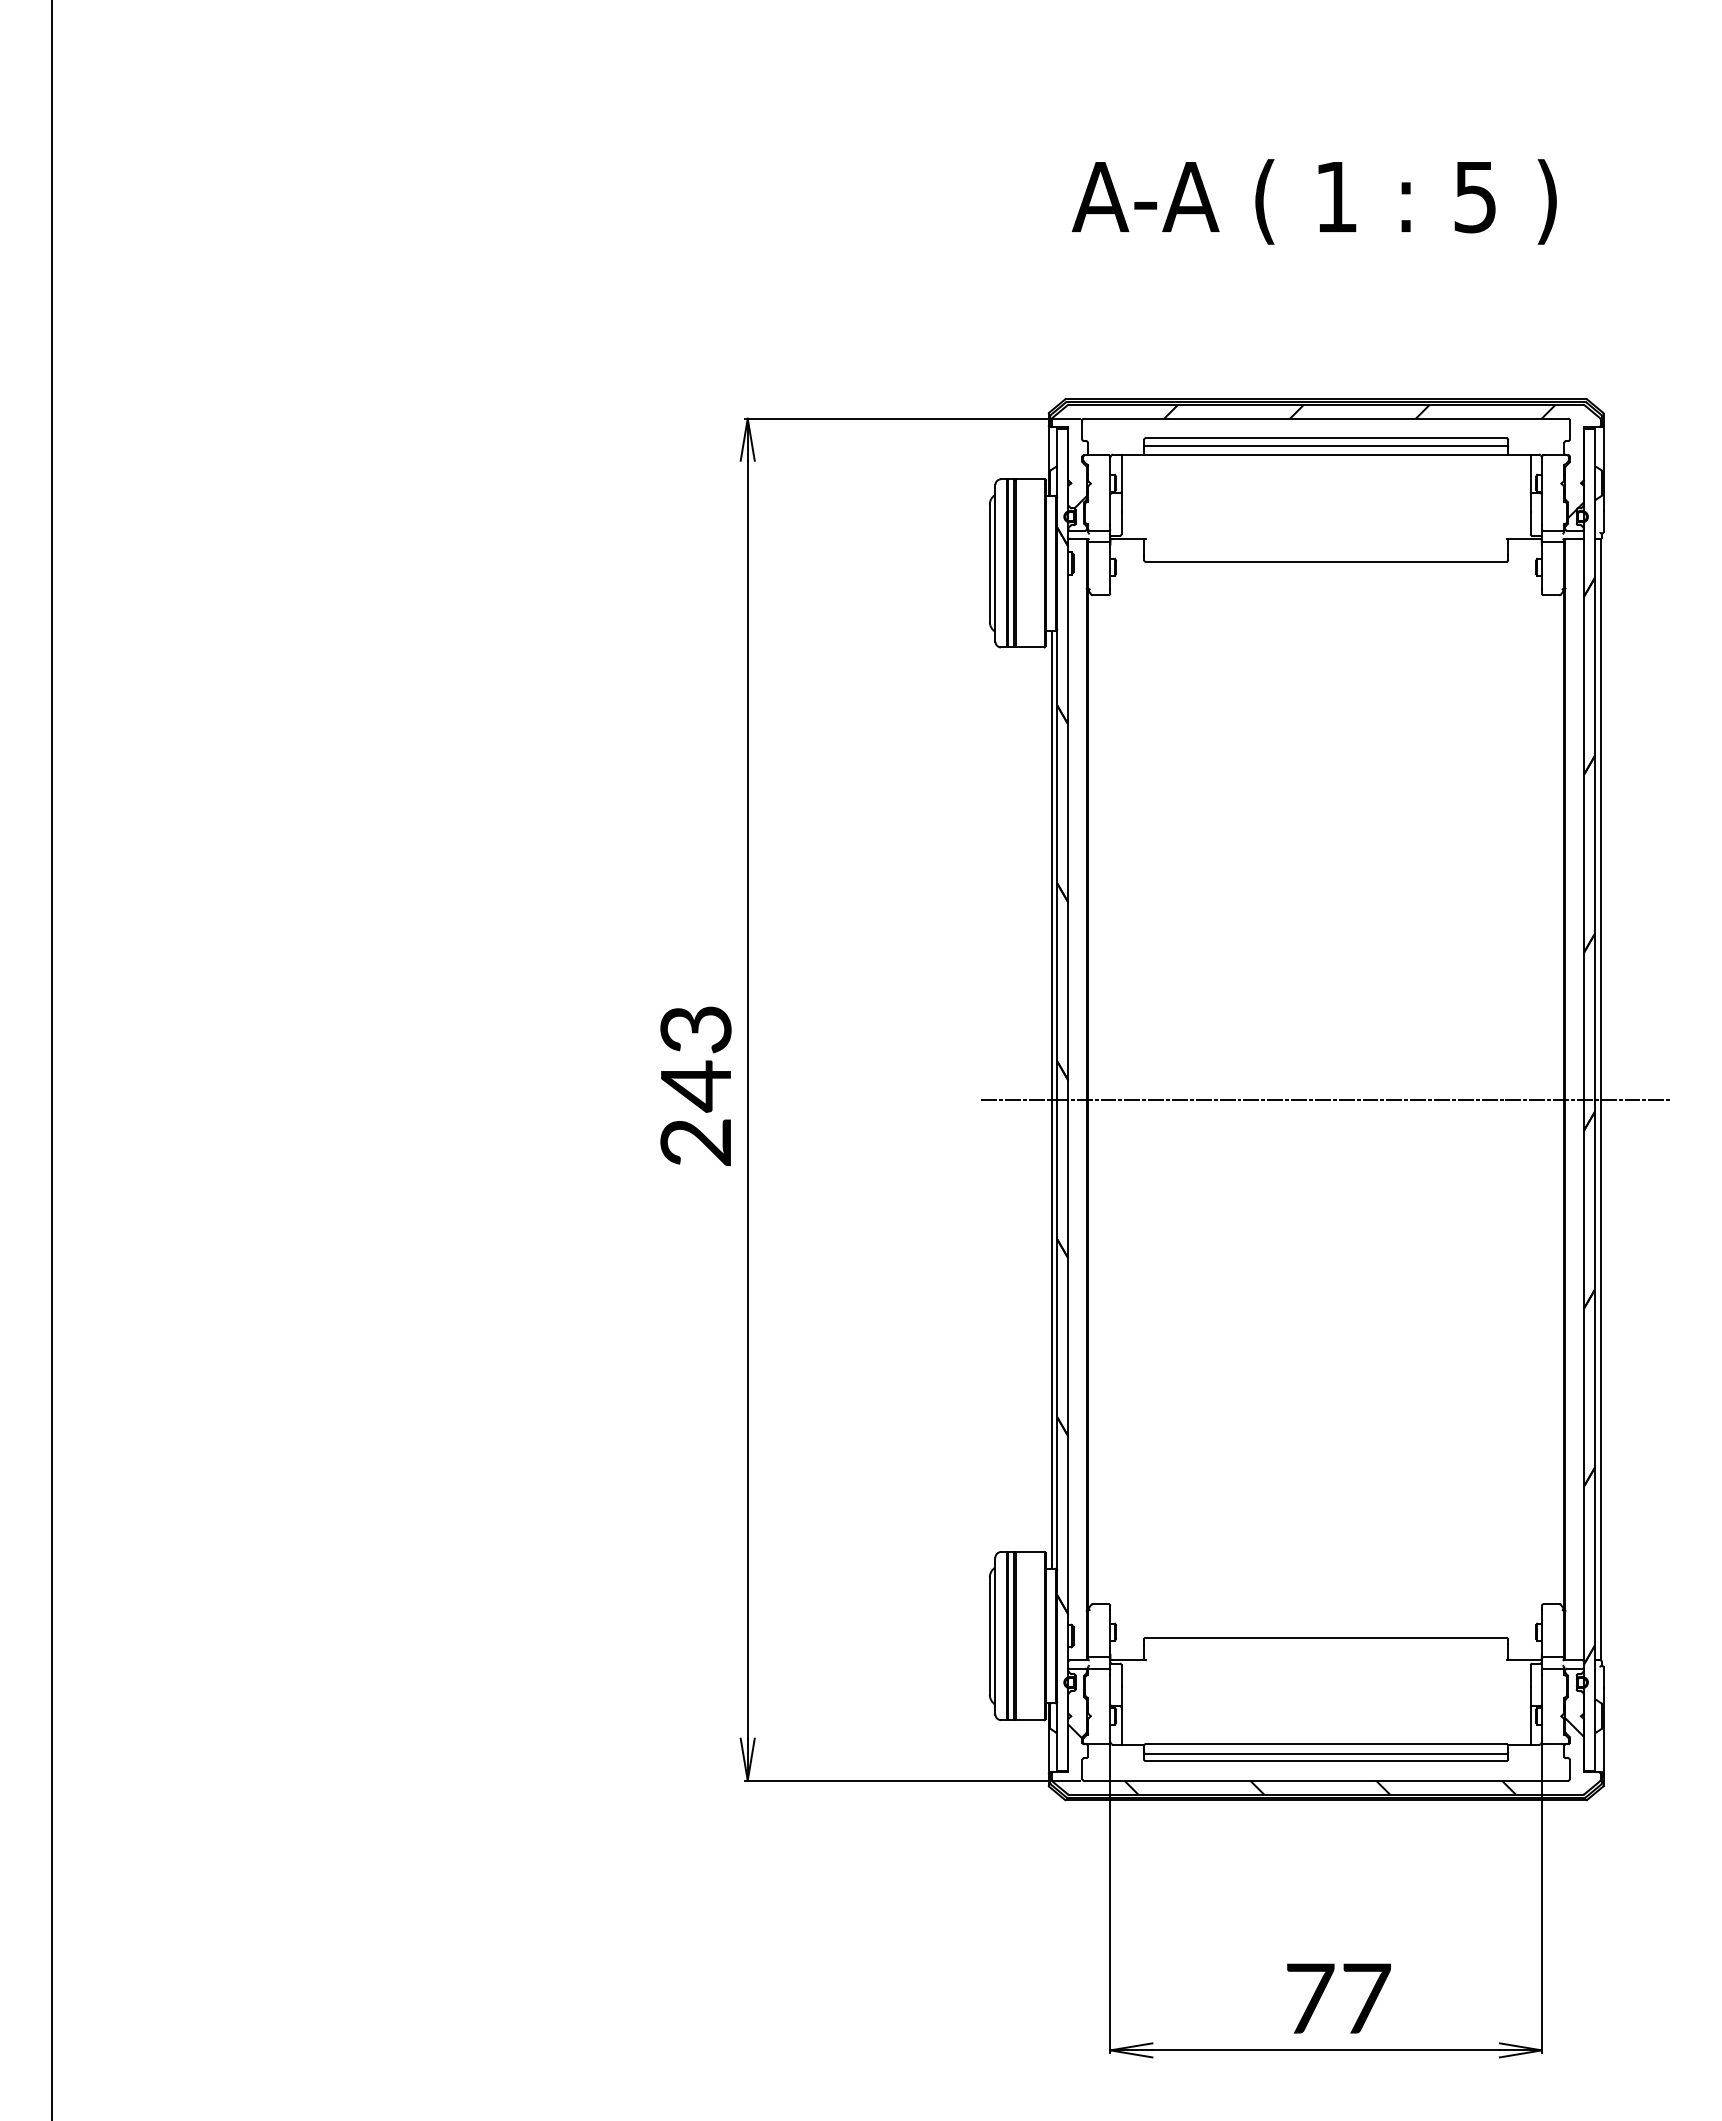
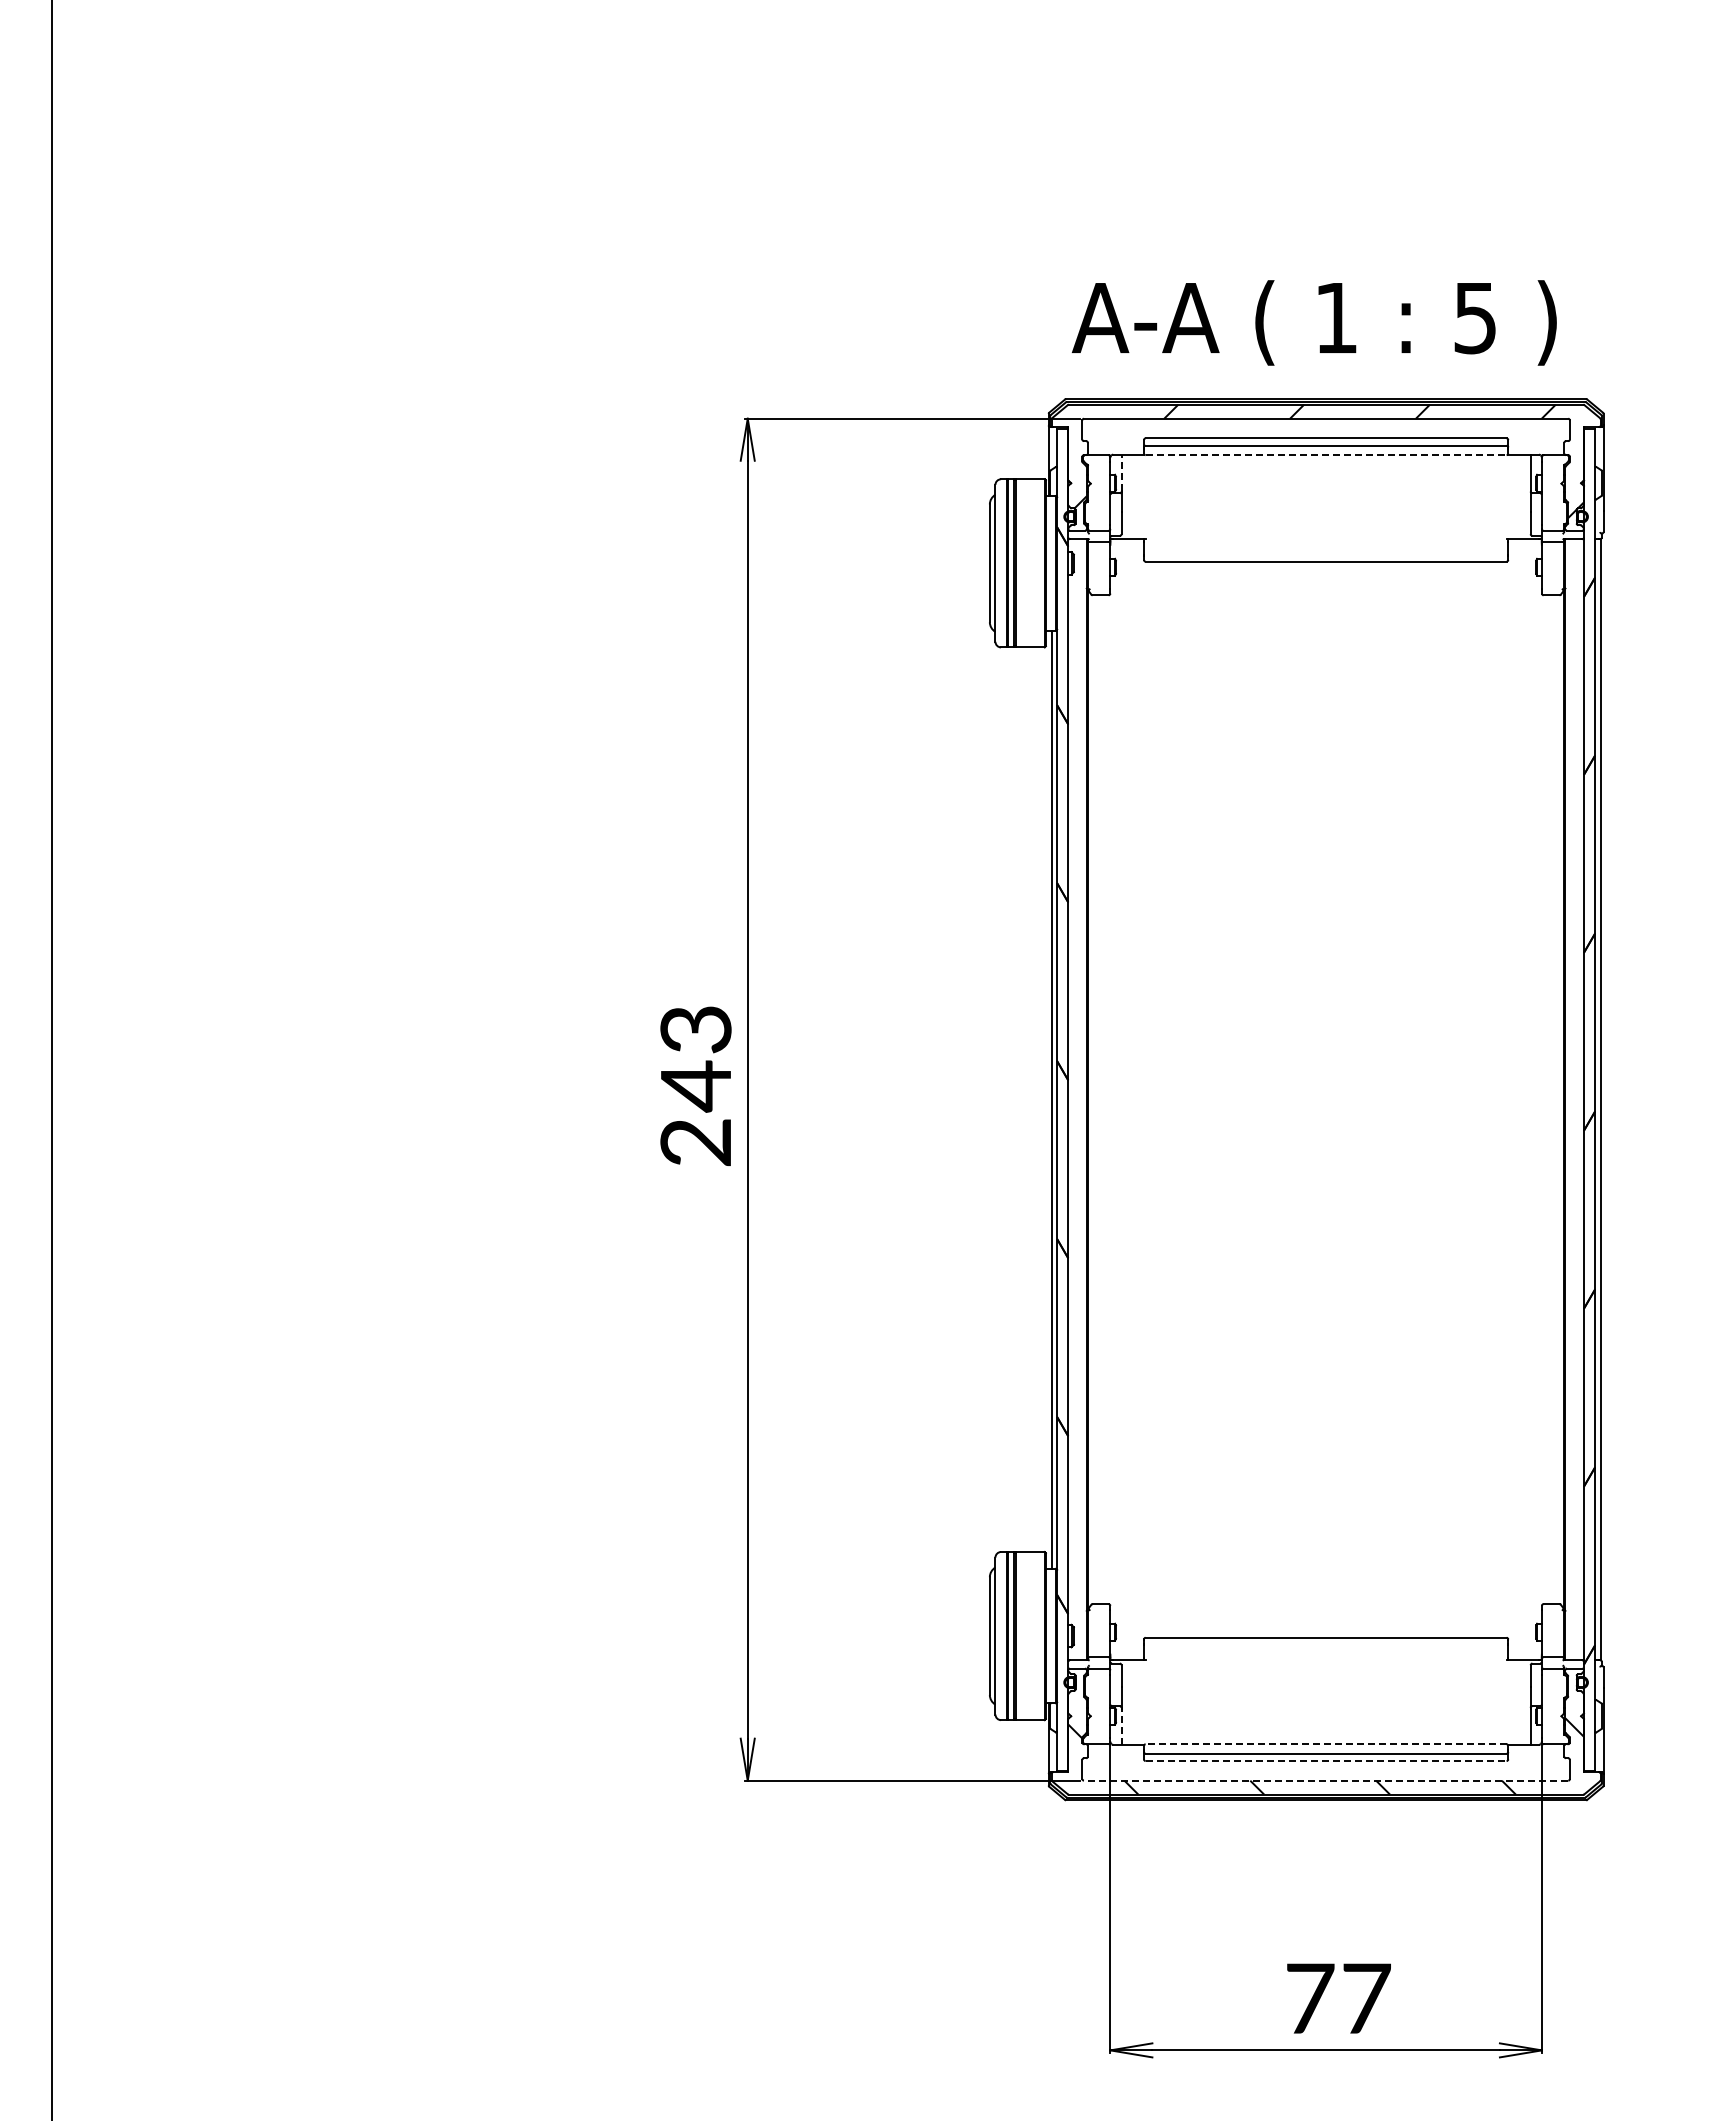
text at (1313, 201) position: (1313, 201) -> (1313, 322)
line at (1326, 455): solid -> dashed
line at (1121, 472): solid -> dashed
line at (1325, 1099): present -> none
line at (1121, 1726): solid -> dashed
line at (1325, 1744): solid -> dashed
line at (1326, 1761): solid -> dashed
line at (1325, 1780): solid -> dashed
